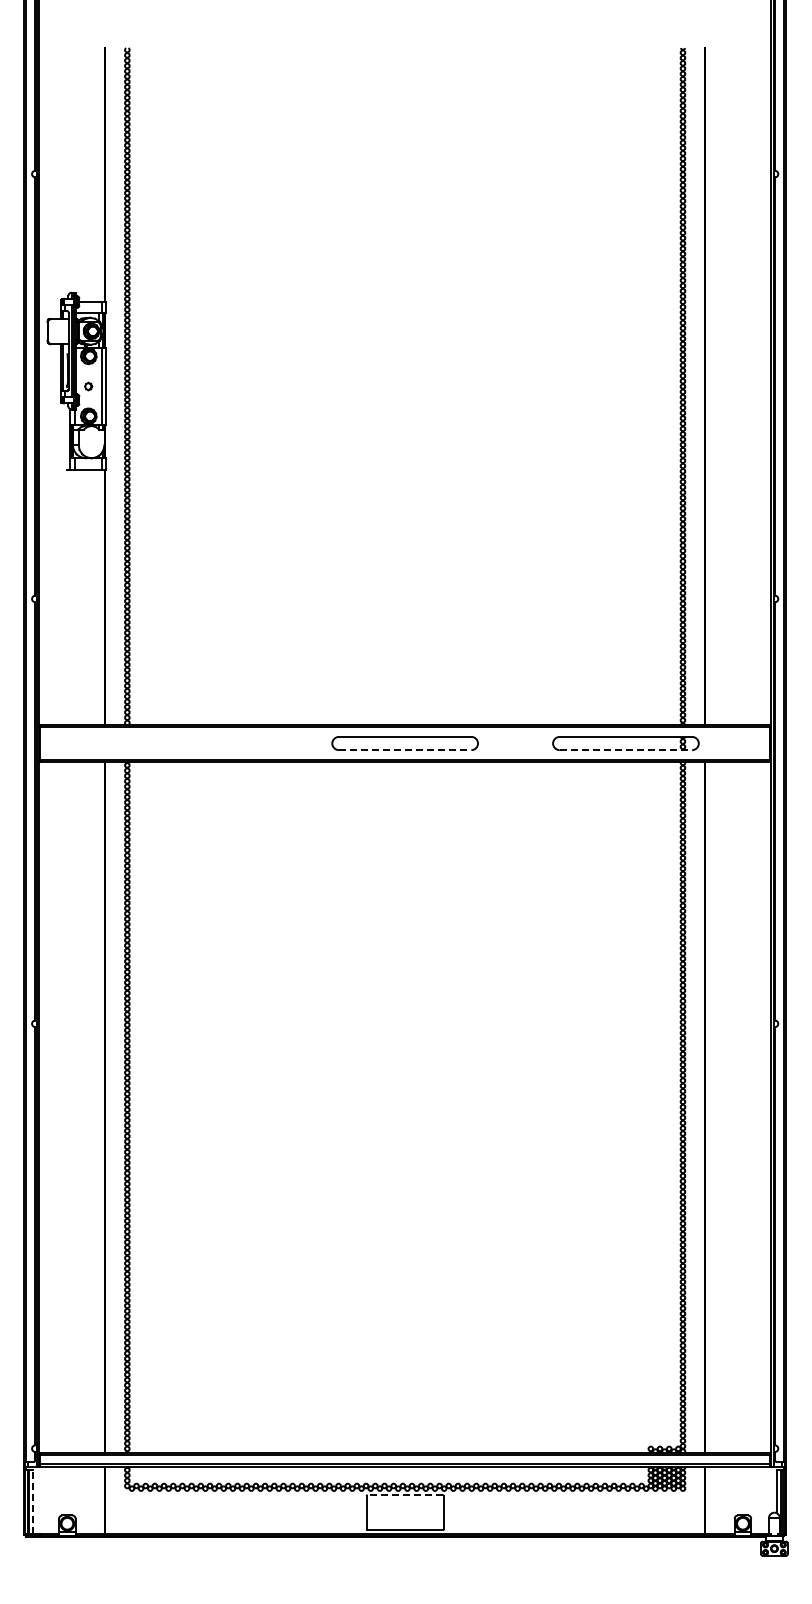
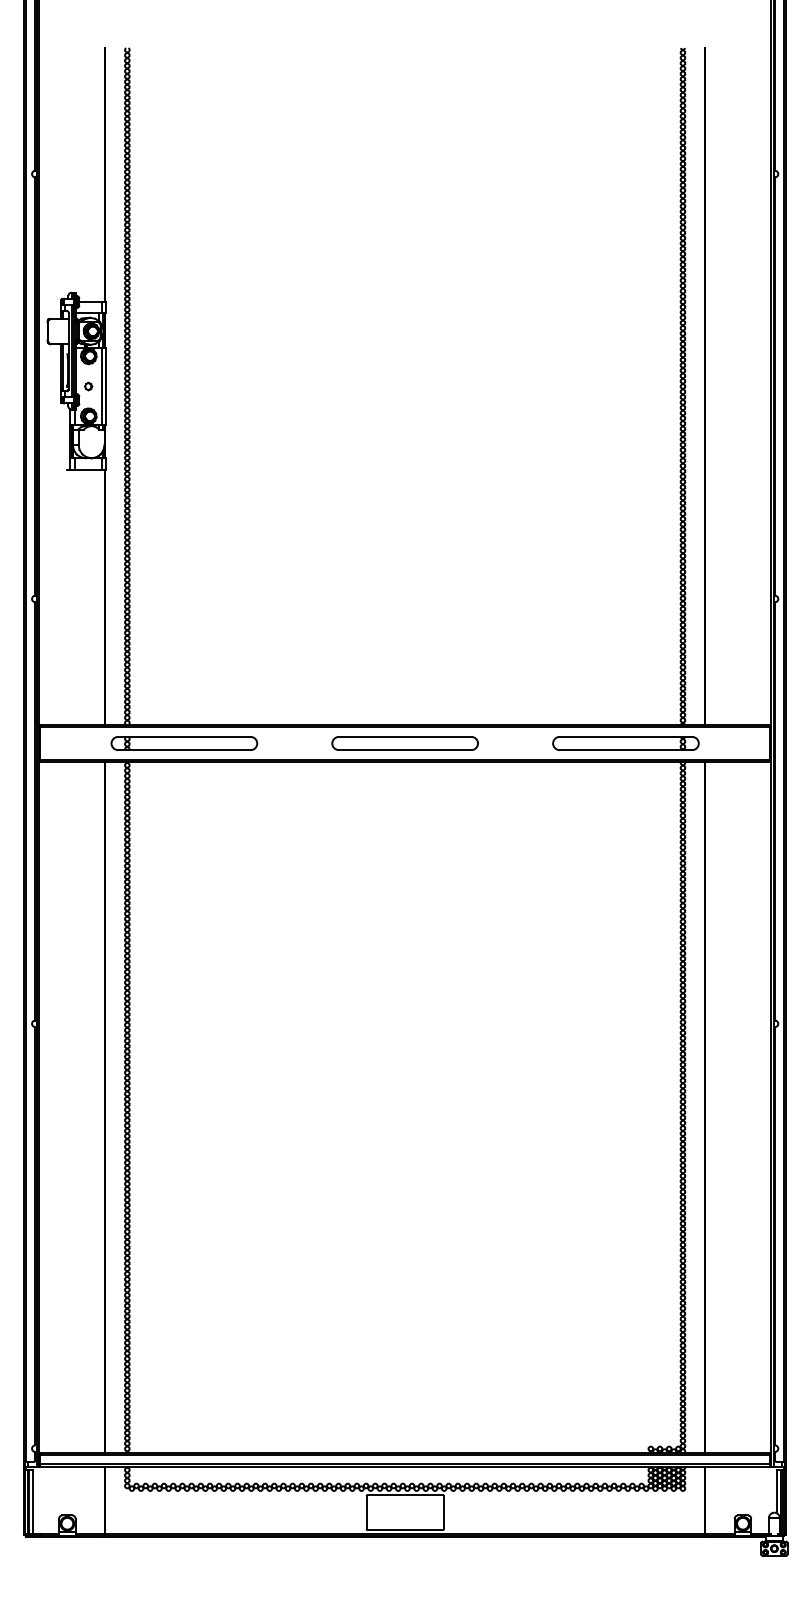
part at (184, 743): none -> present
line at (405, 750): dashed -> solid
line at (626, 750): dashed -> solid
line at (405, 1495): dashed -> solid
line at (33, 1501): dashed -> solid
